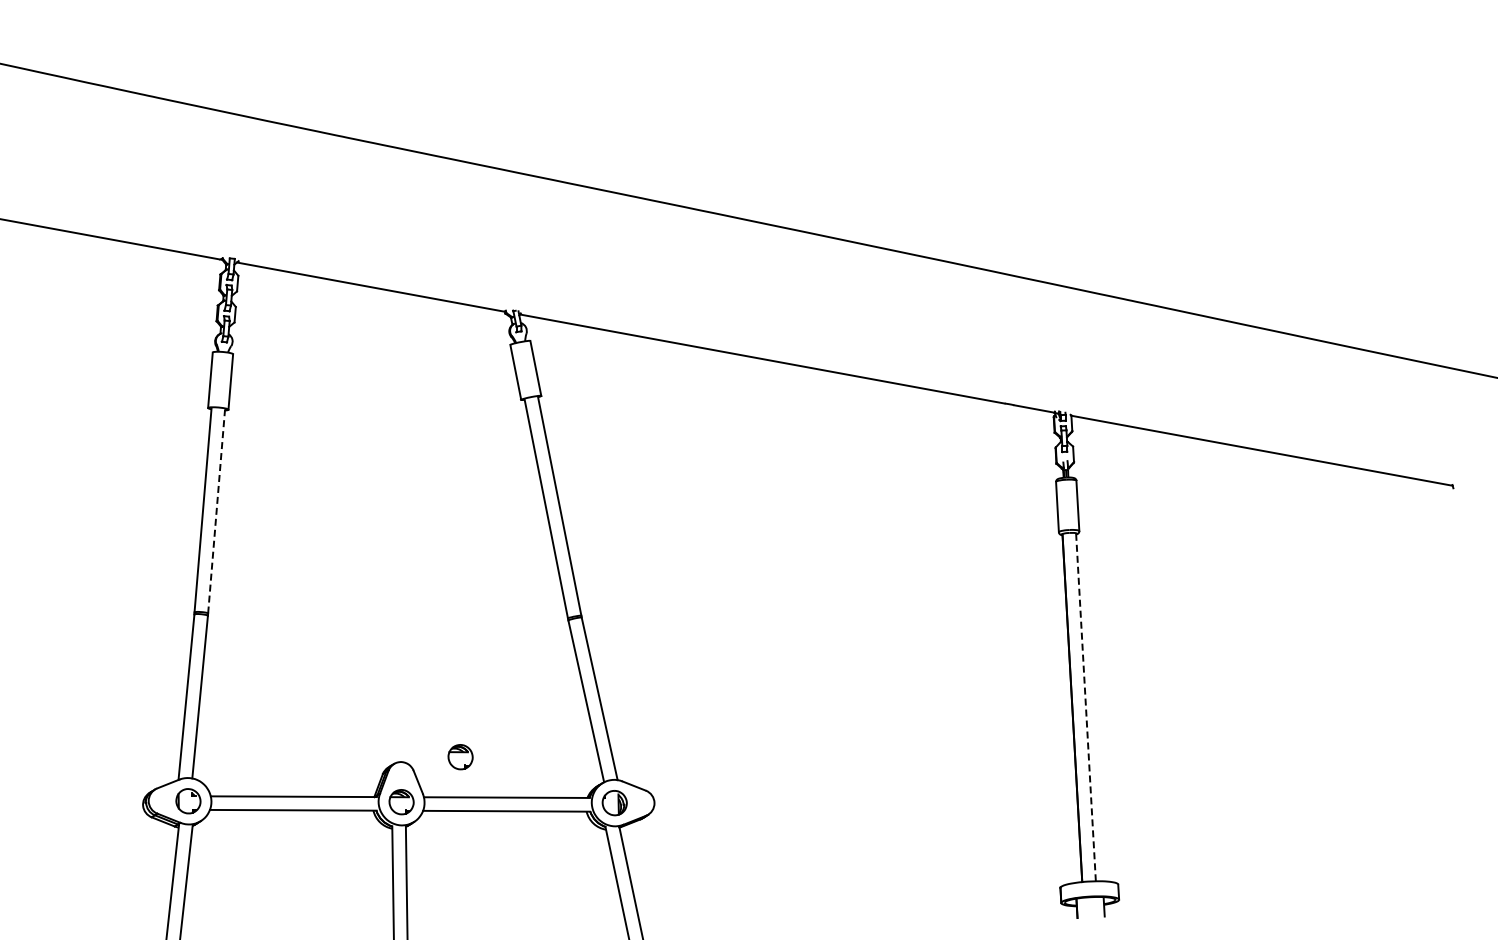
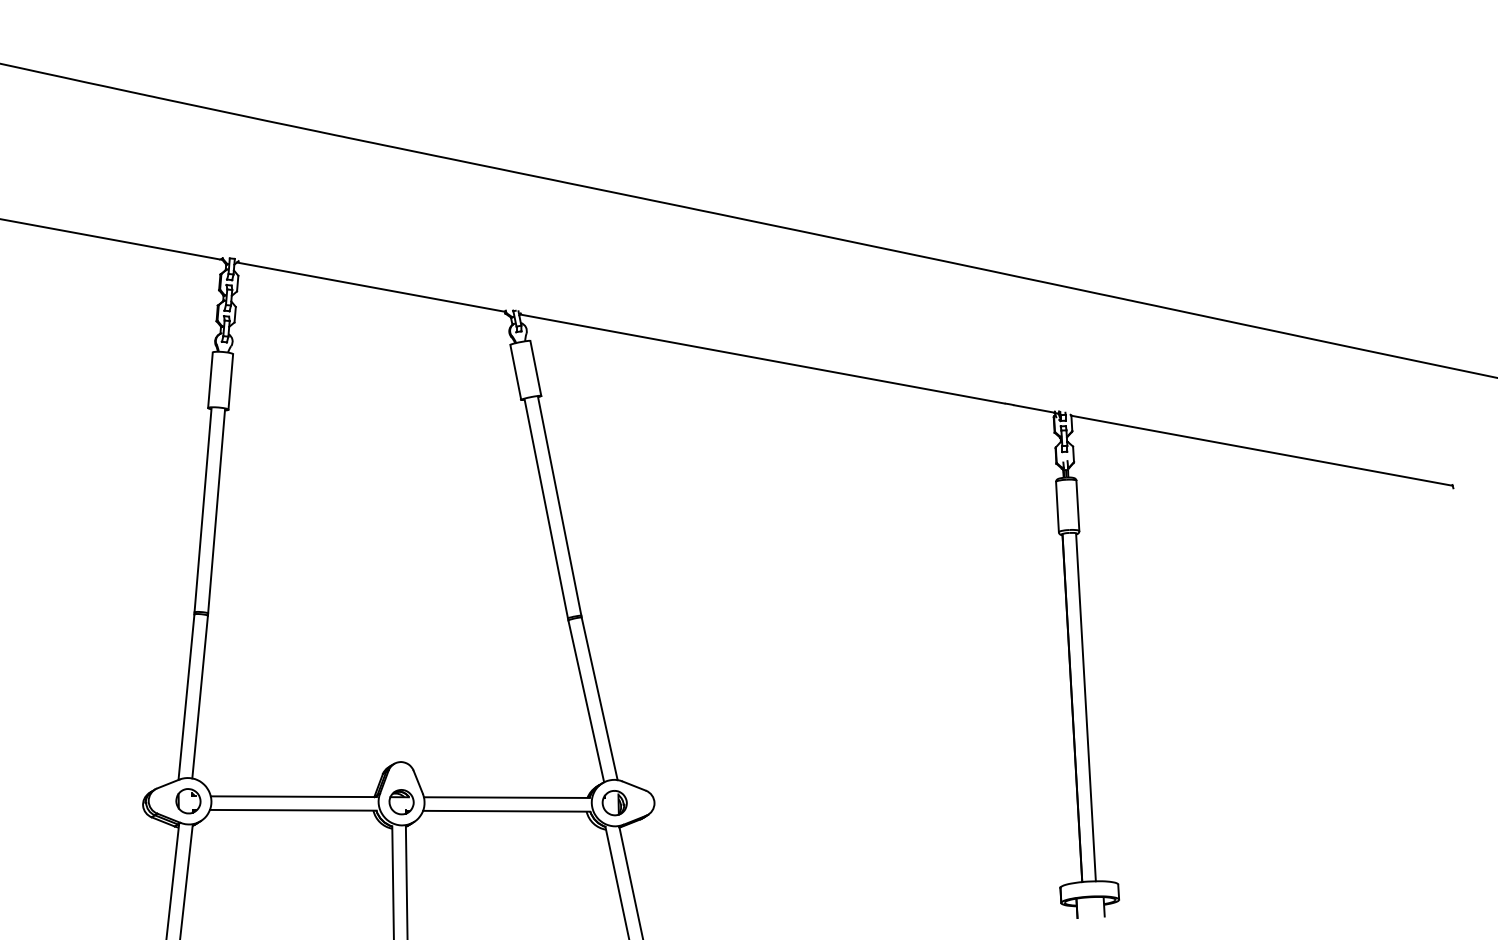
line at (216, 510): dashed -> solid
line at (1085, 707): dashed -> solid
part at (460, 757): present -> none
